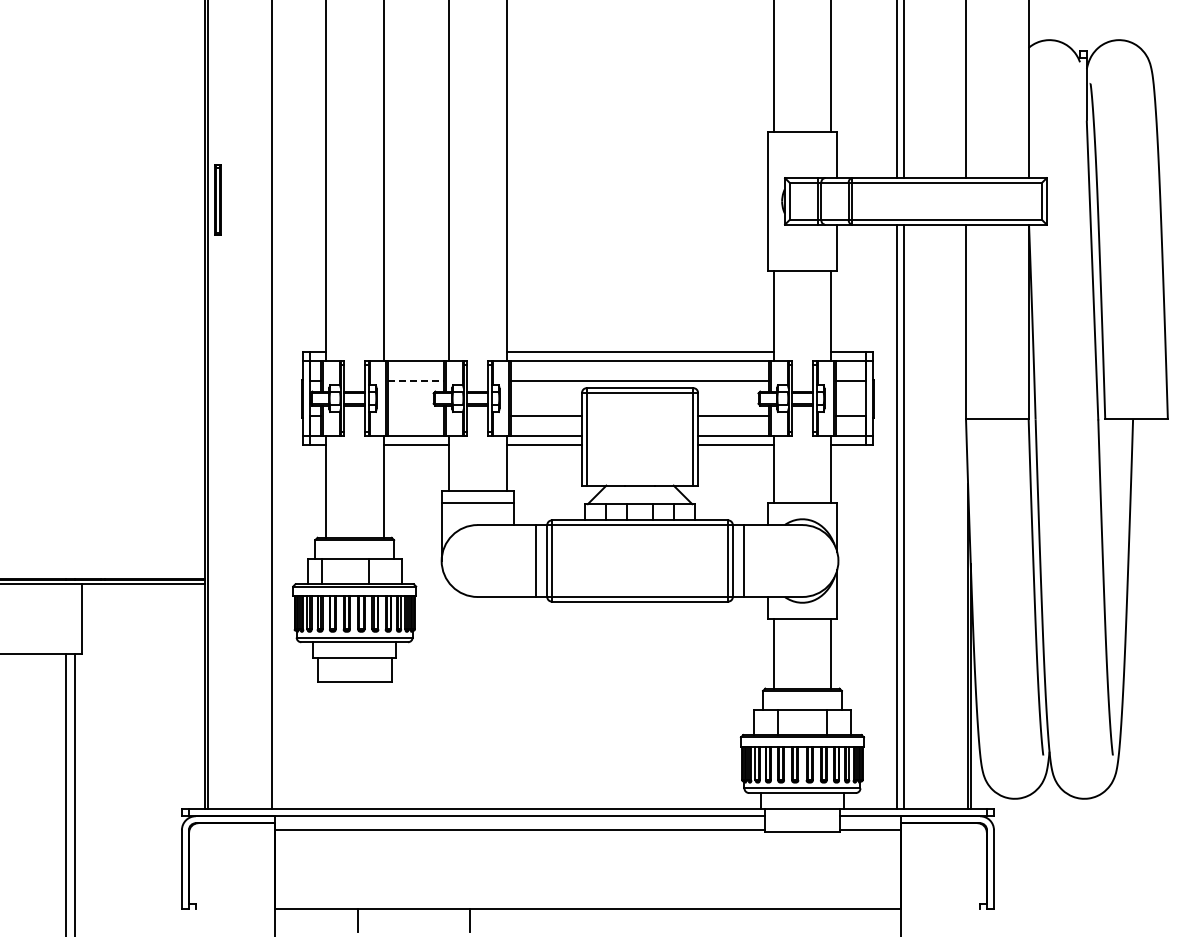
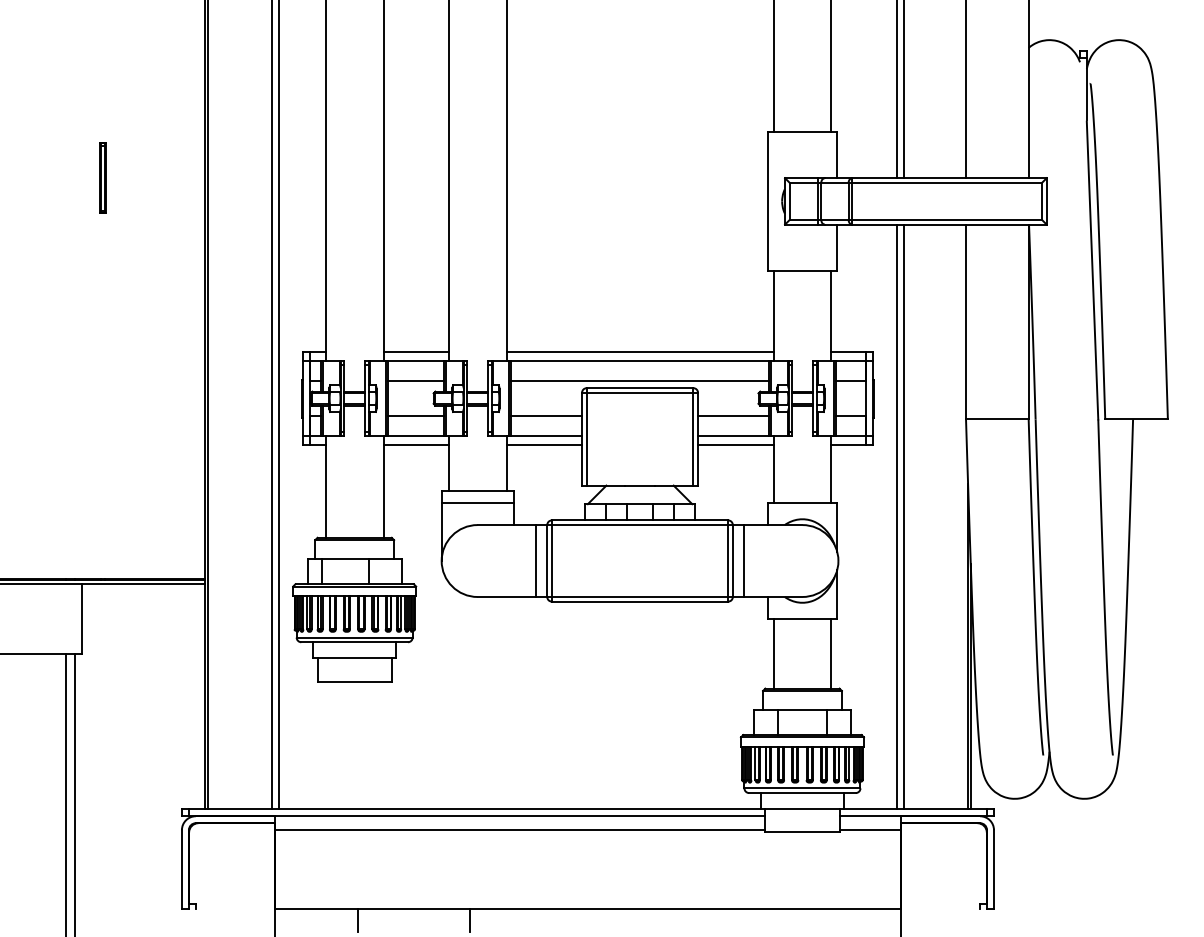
part at (217, 199) position: (217, 199) -> (102, 177)
line at (415, 352): none -> present
line at (416, 381): dashed -> solid
line at (278, 405): none -> present
line at (416, 416): none -> present
